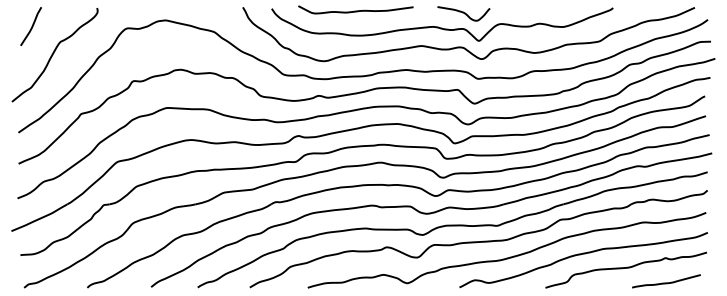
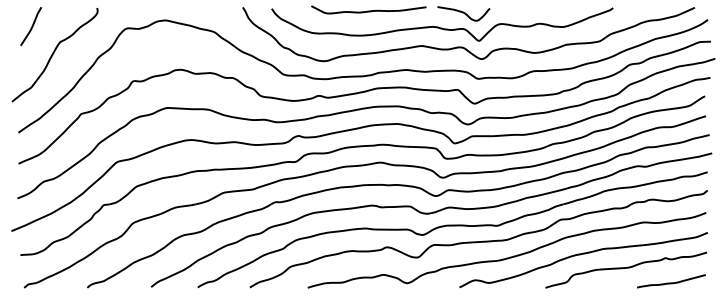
curve at (355, 10) position: (355, 10) -> (368, 10)
curve at (666, 282) position: (666, 282) -> (671, 282)
